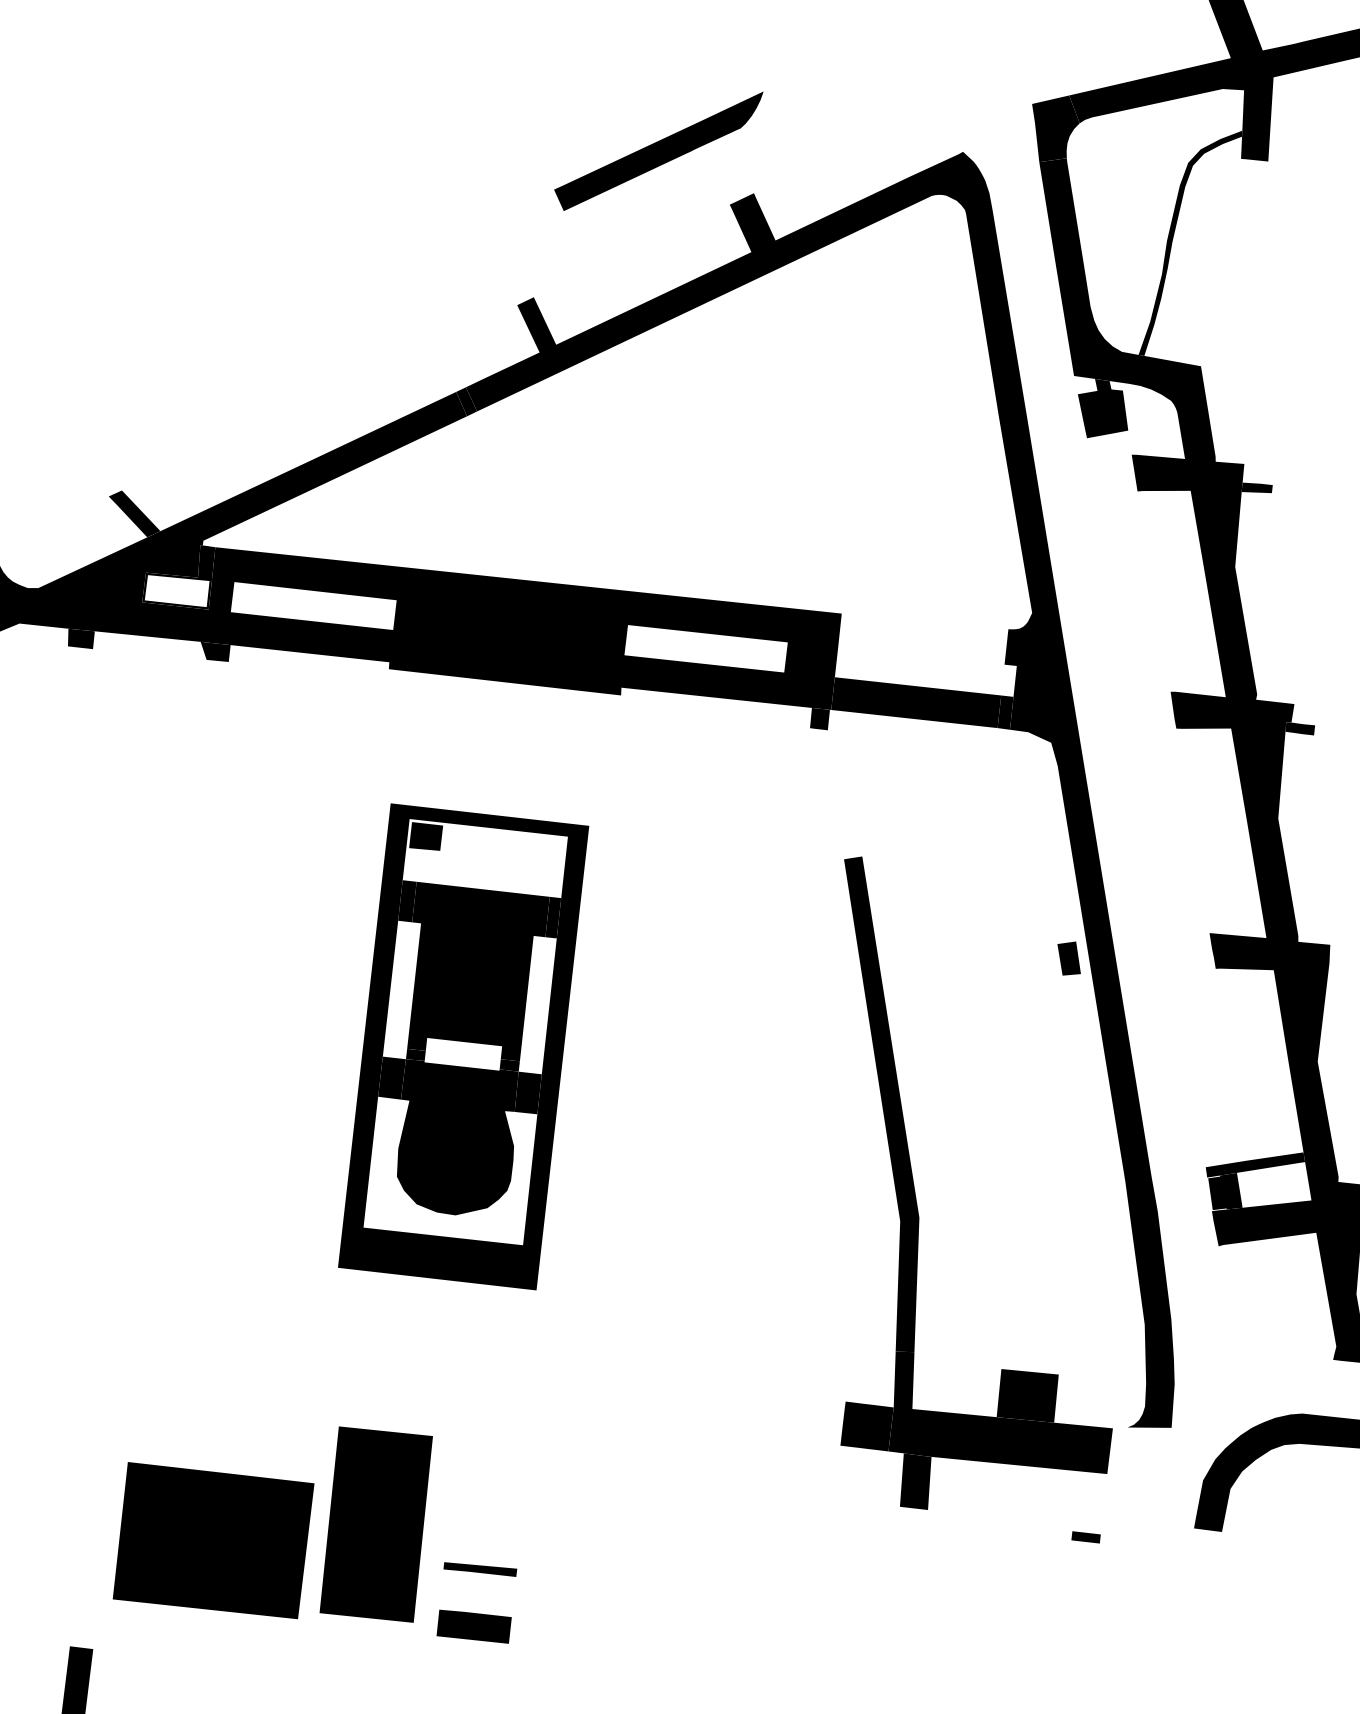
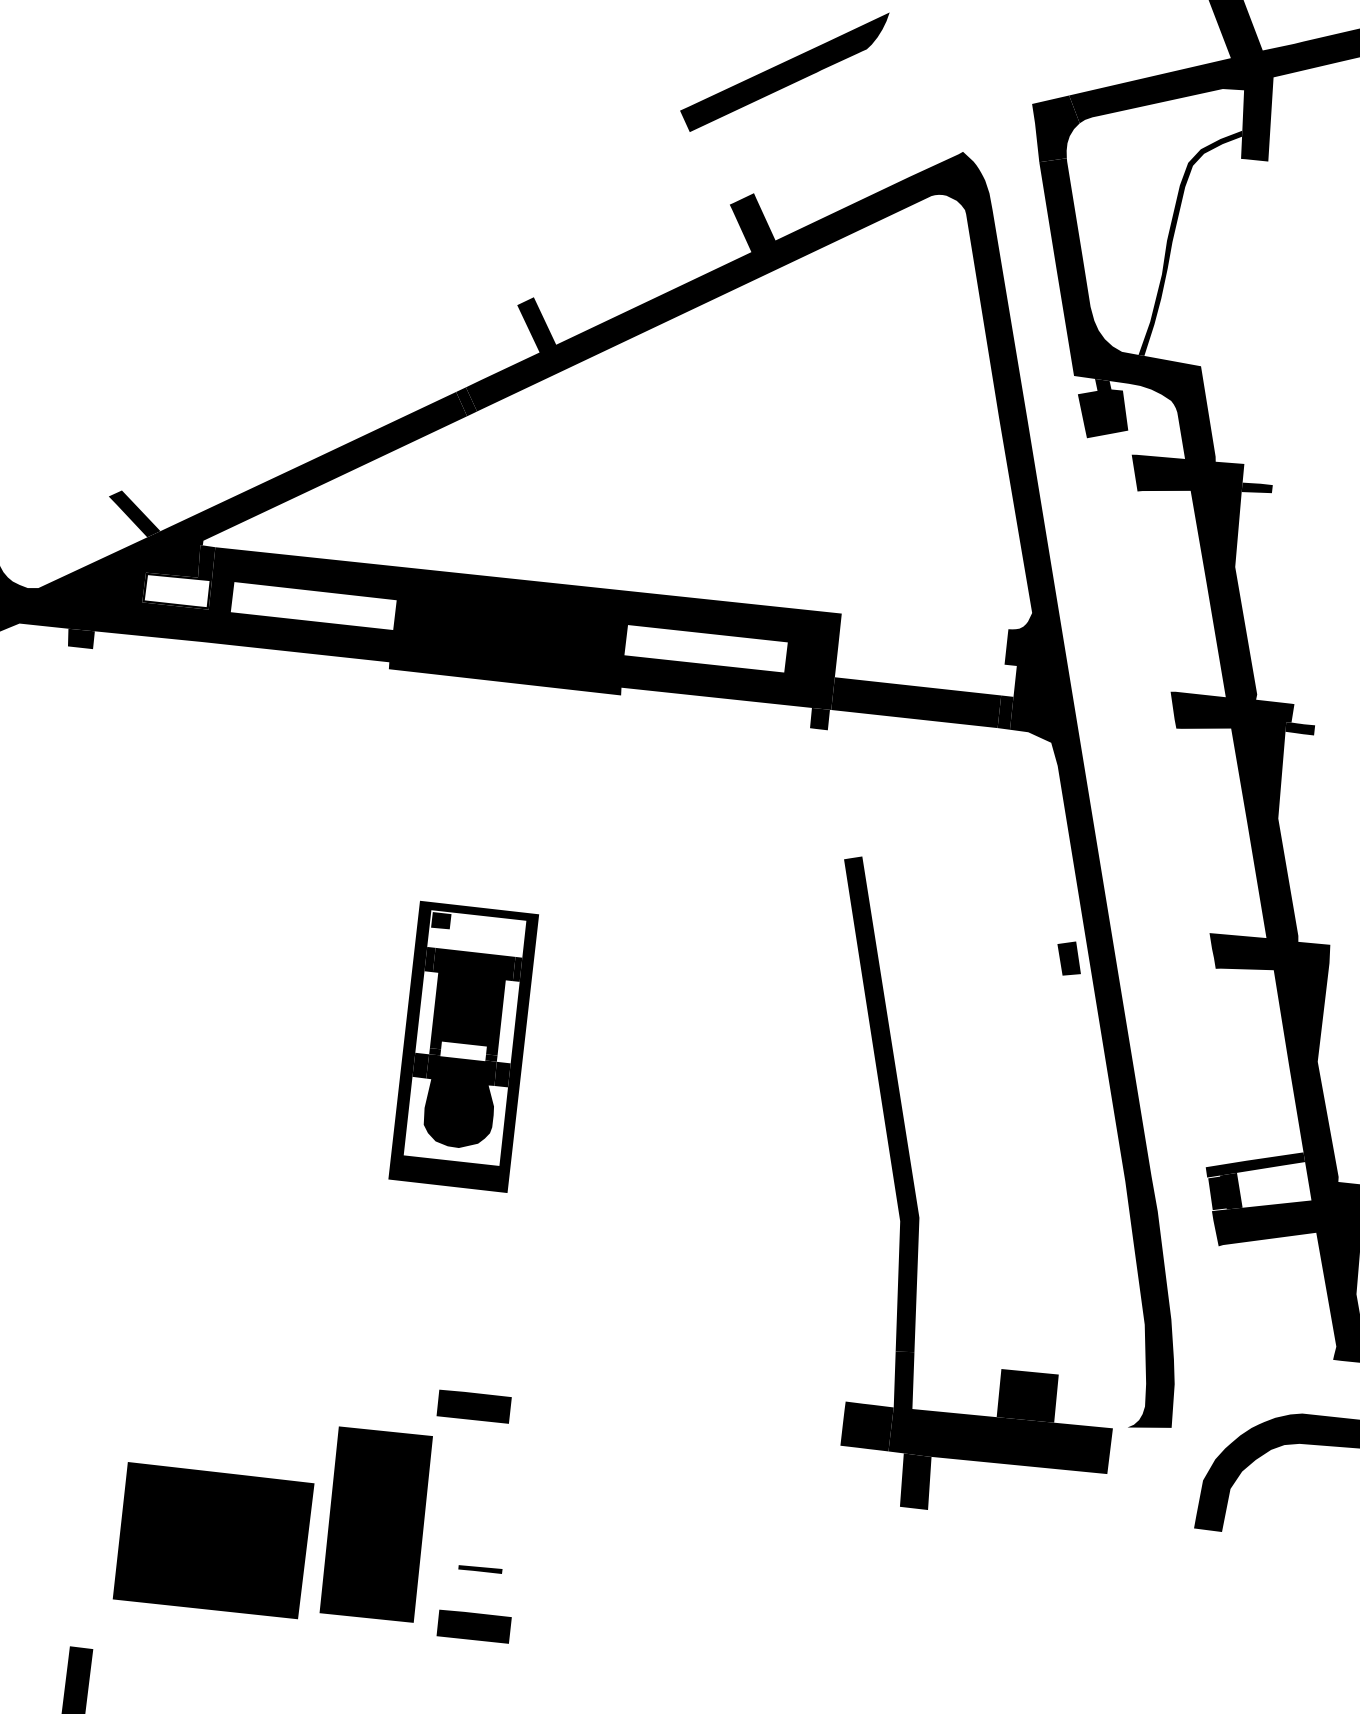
part at (658, 150) position: (658, 150) -> (784, 71)
fill at (215, 651): present -> none
part at (463, 1046) size: 252x488 px -> 151x293 px
part at (473, 1406): none -> present
fill at (1085, 1537): present -> none
part at (480, 1569) size: 75x15 px -> 45x9 px
